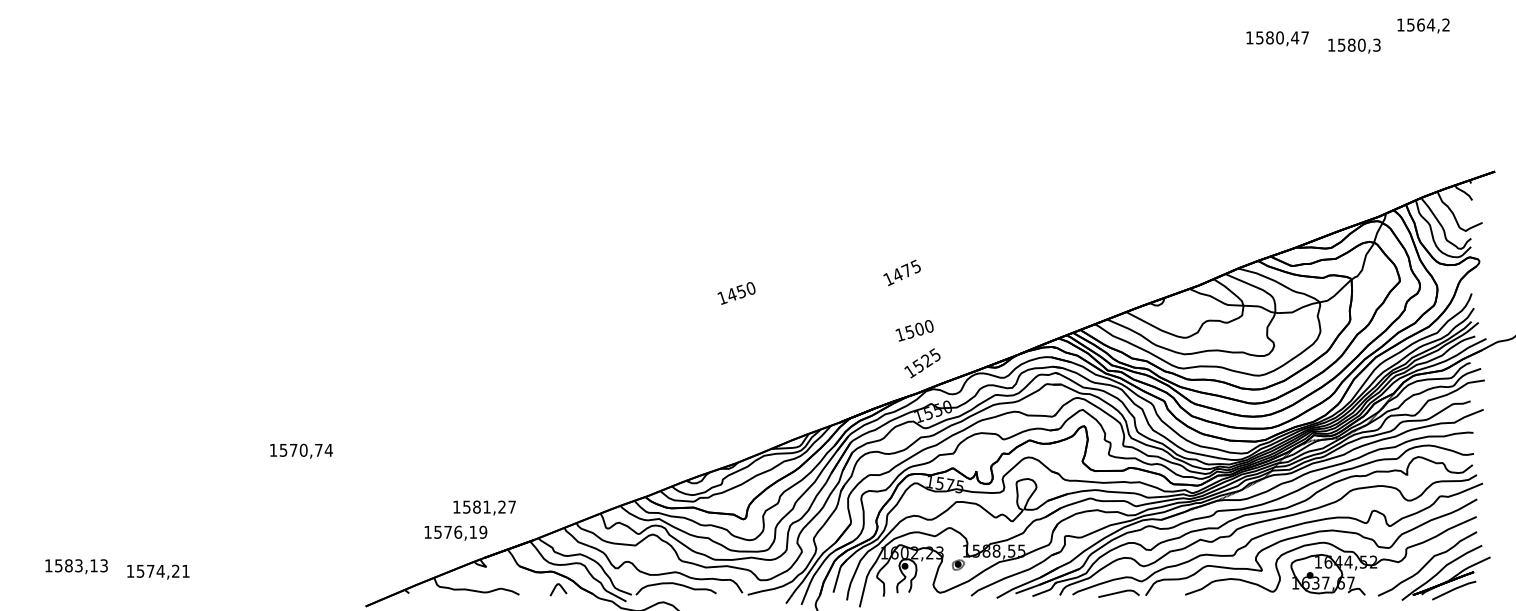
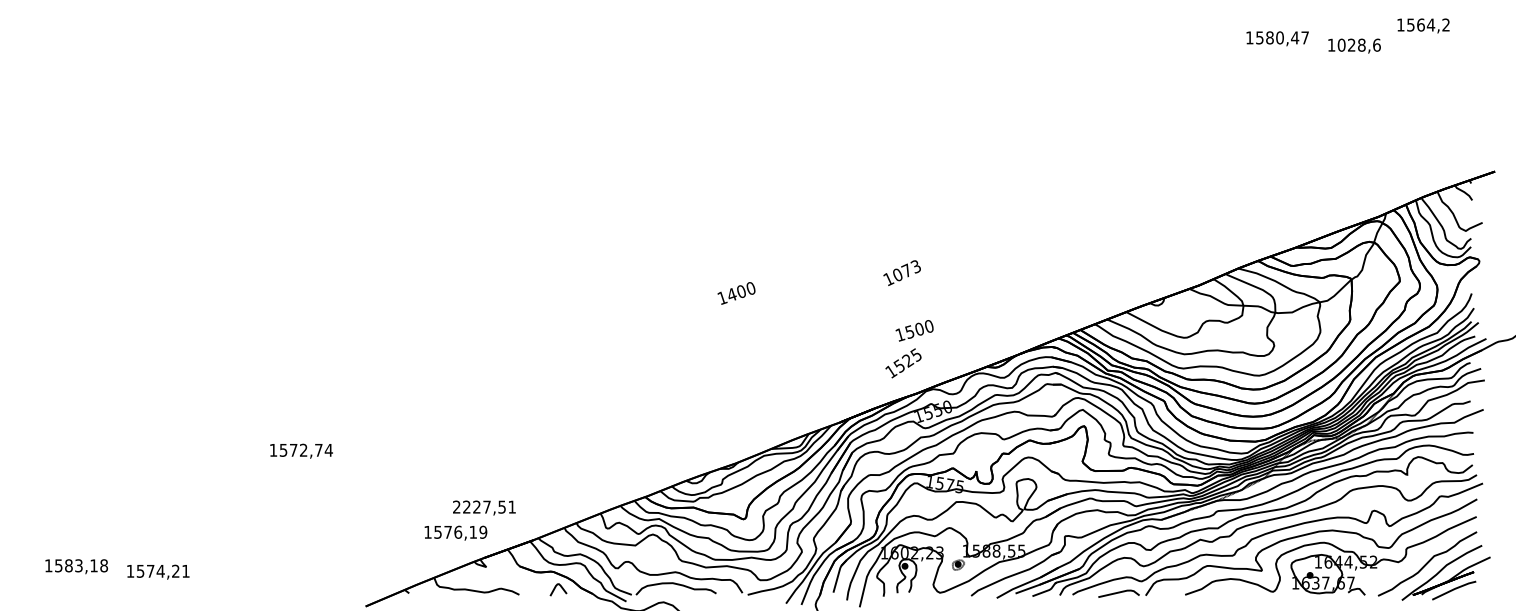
text at (1358, 44): 1580,3 -> 1028,6
text at (906, 270): 1475 -> 1073
text at (740, 291): 1450 -> 1400
text at (922, 363) position: (922, 363) -> (903, 363)
text at (303, 449): 1570,74 -> 1572,74
text at (484, 506): 1581,27 -> 2227,51
text at (104, 565): 1583,13 -> 1583,18
